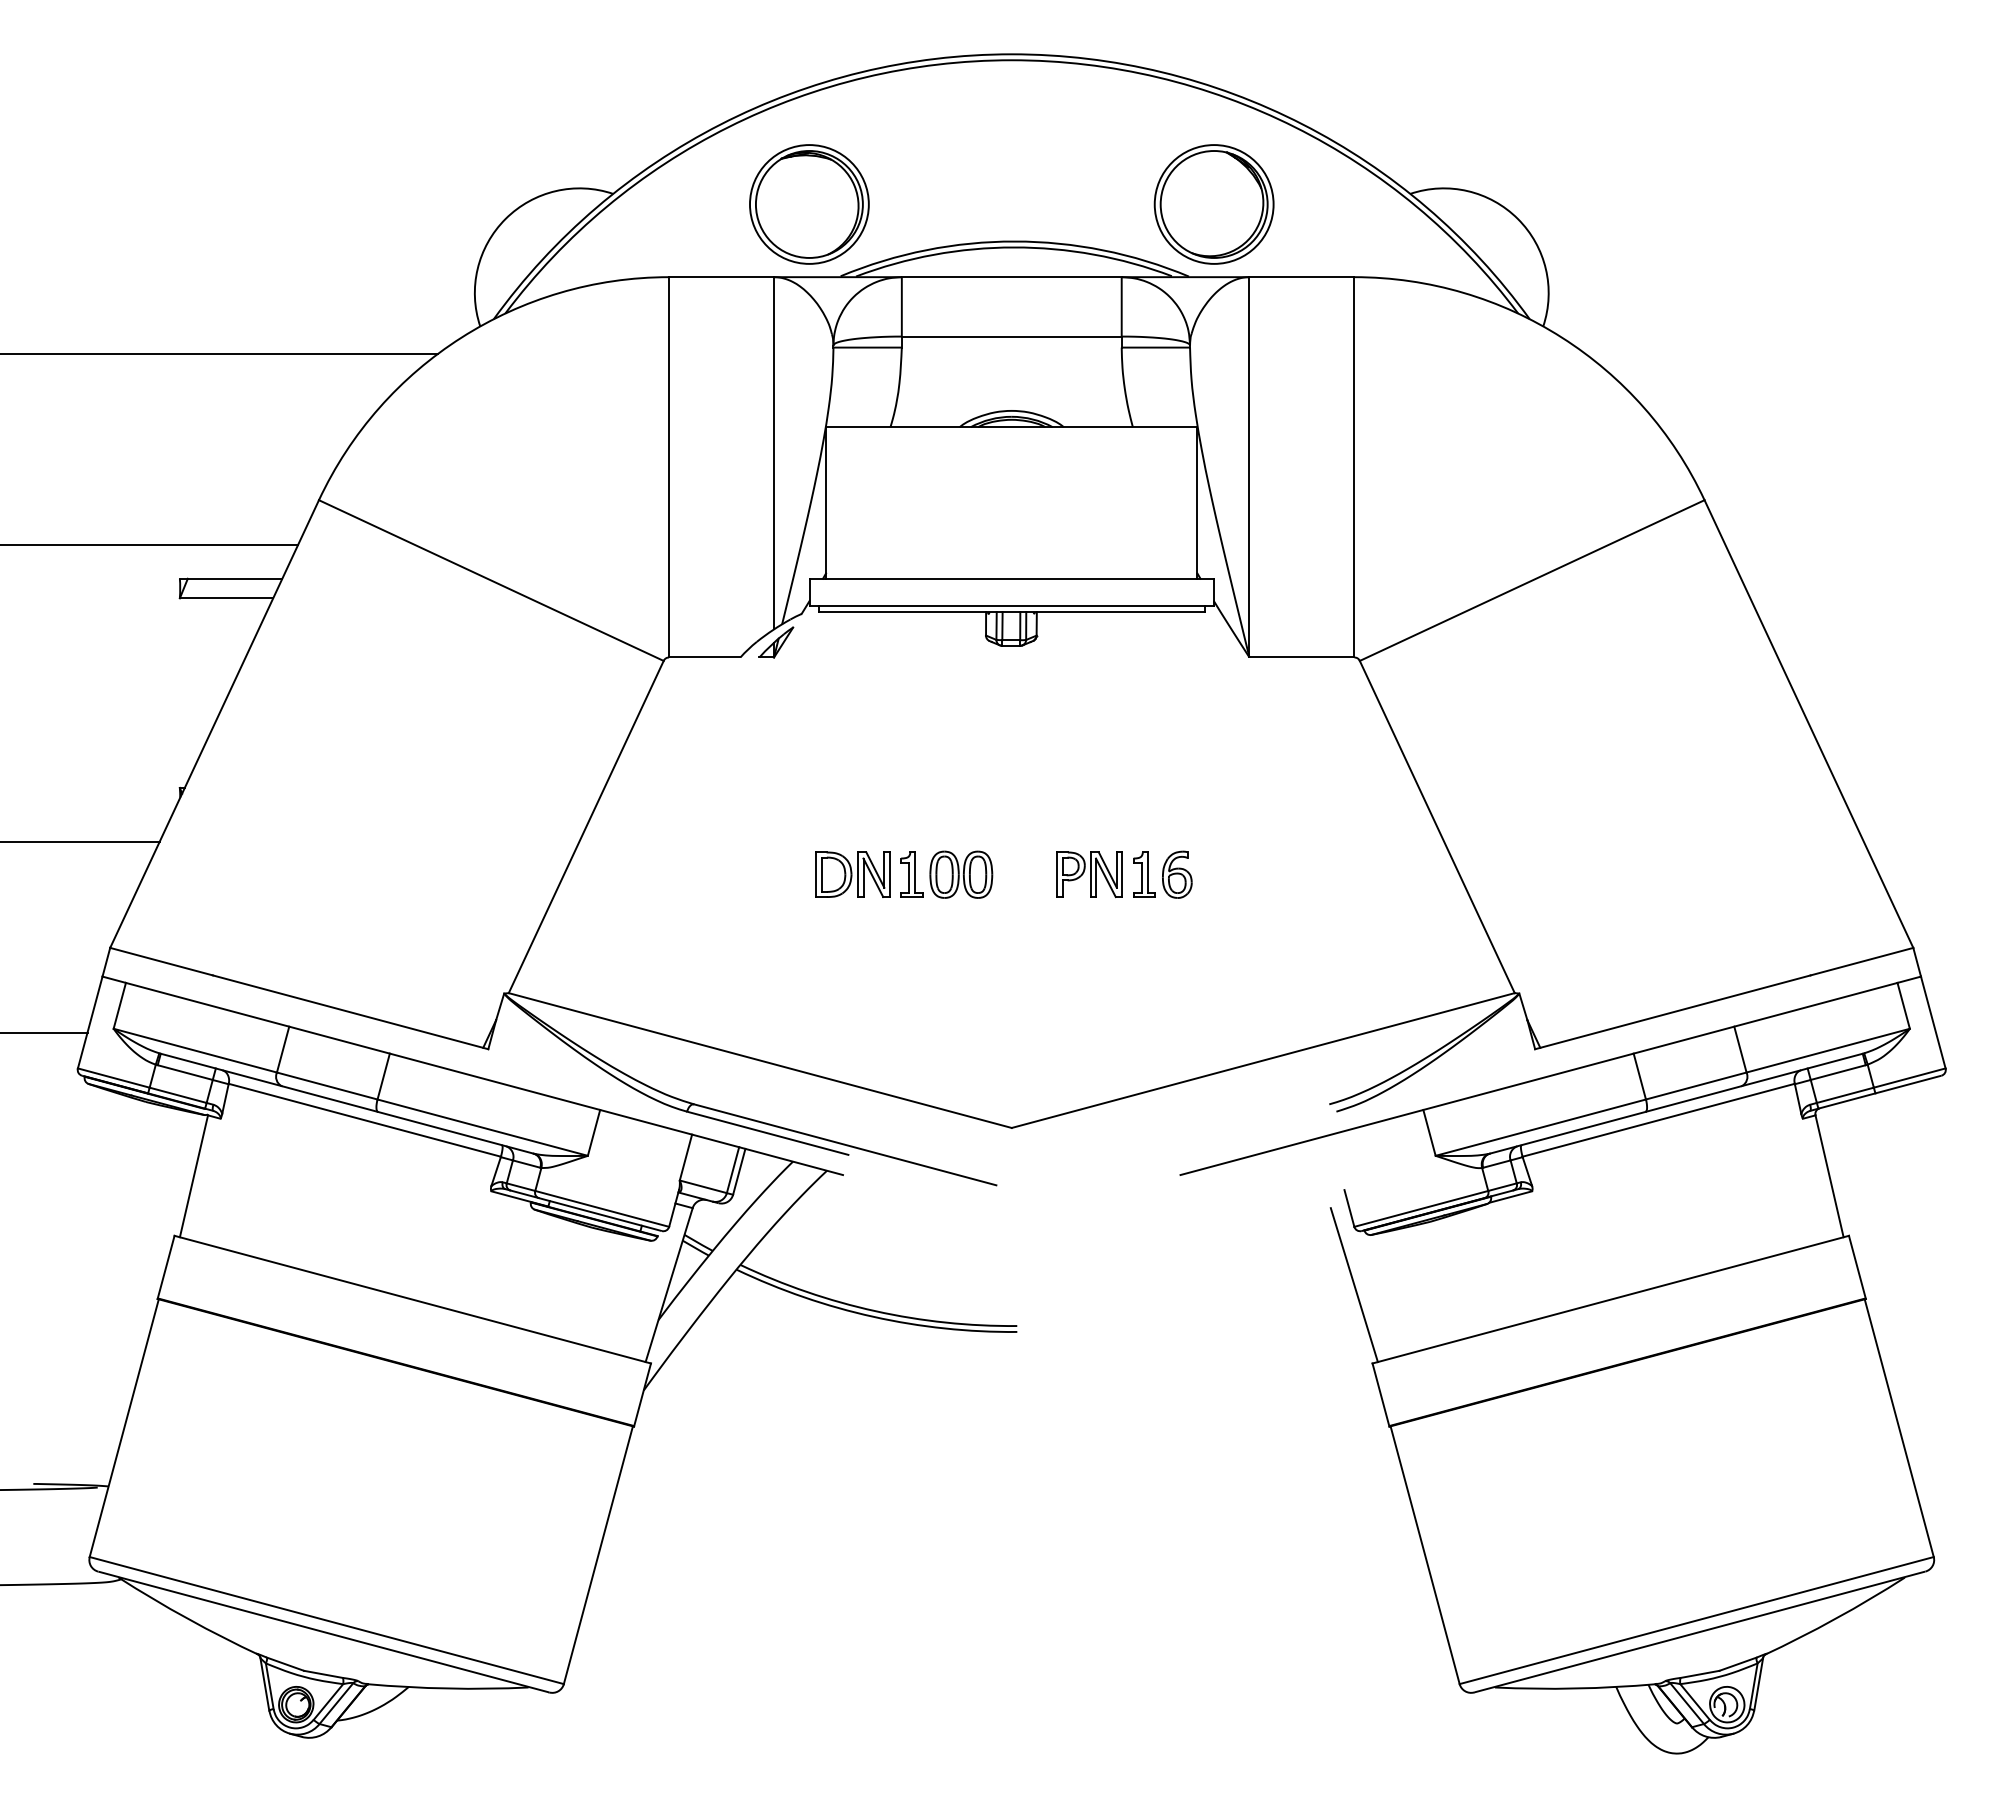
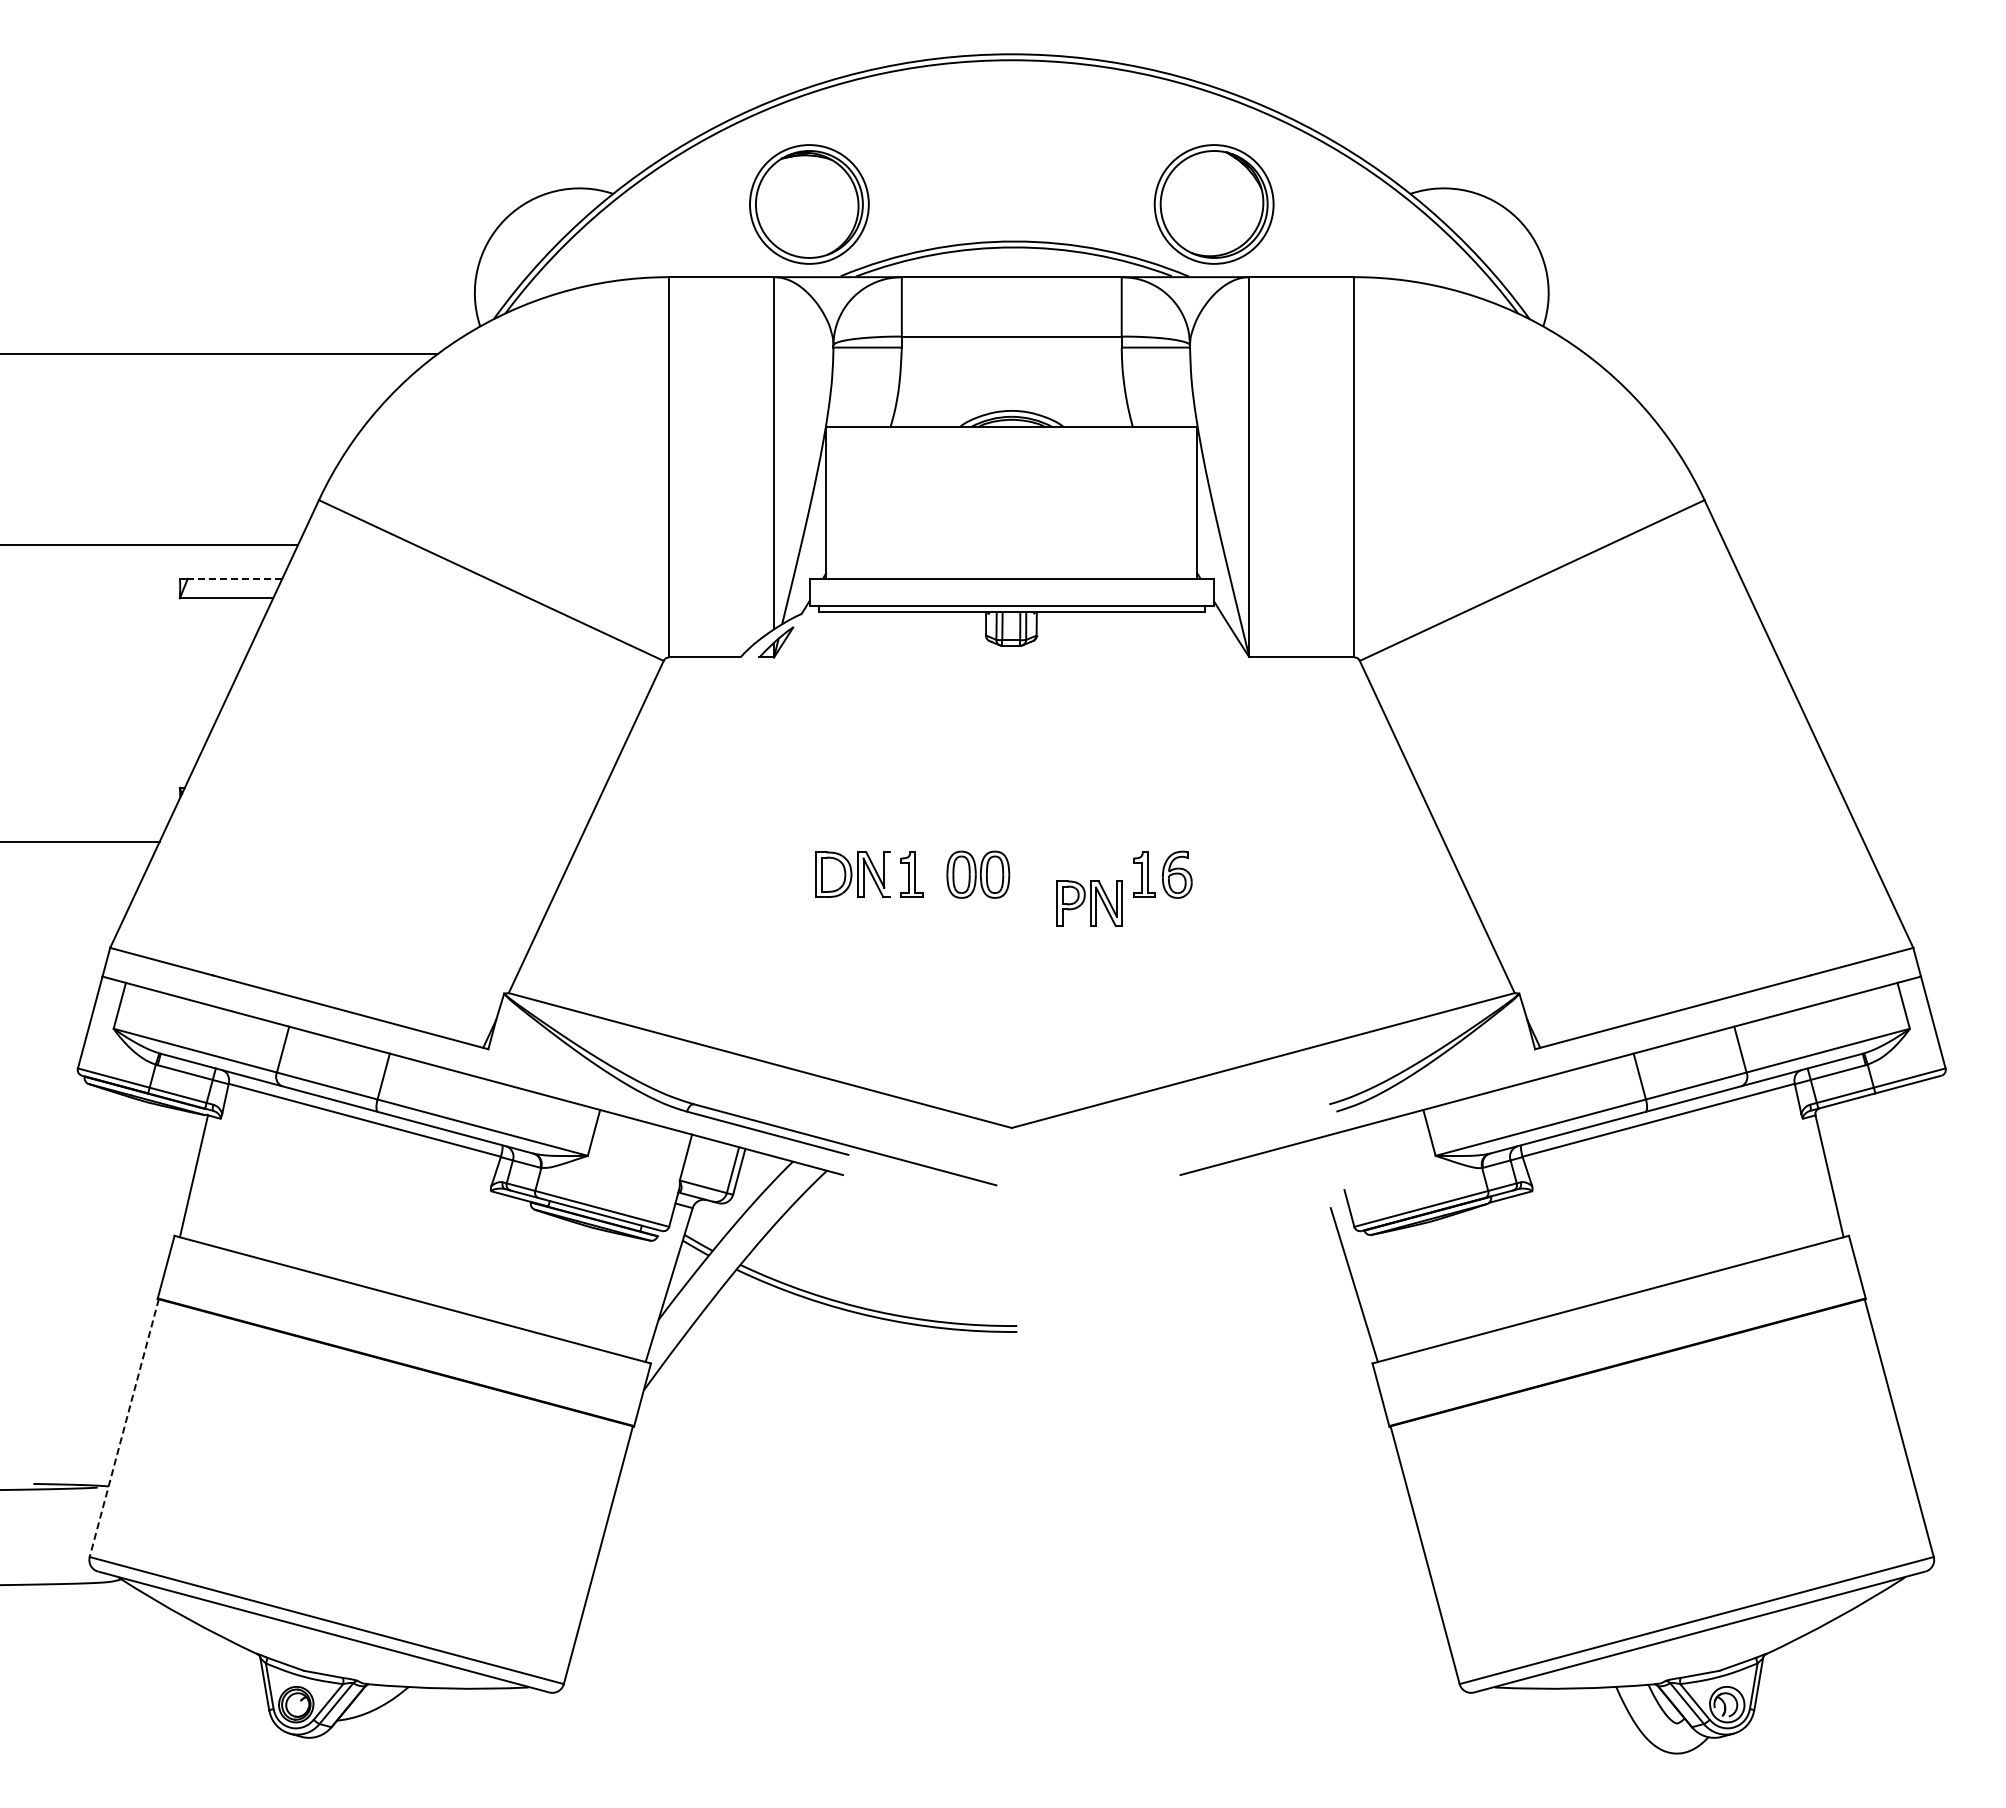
line at (234, 578): solid -> dashed
line at (889, 874): present -> none
part at (961, 874) position: (961, 874) -> (978, 874)
part at (1089, 874) position: (1089, 874) -> (1089, 903)
line at (44, 1032): present -> none
line at (124, 1428): solid -> dashed
